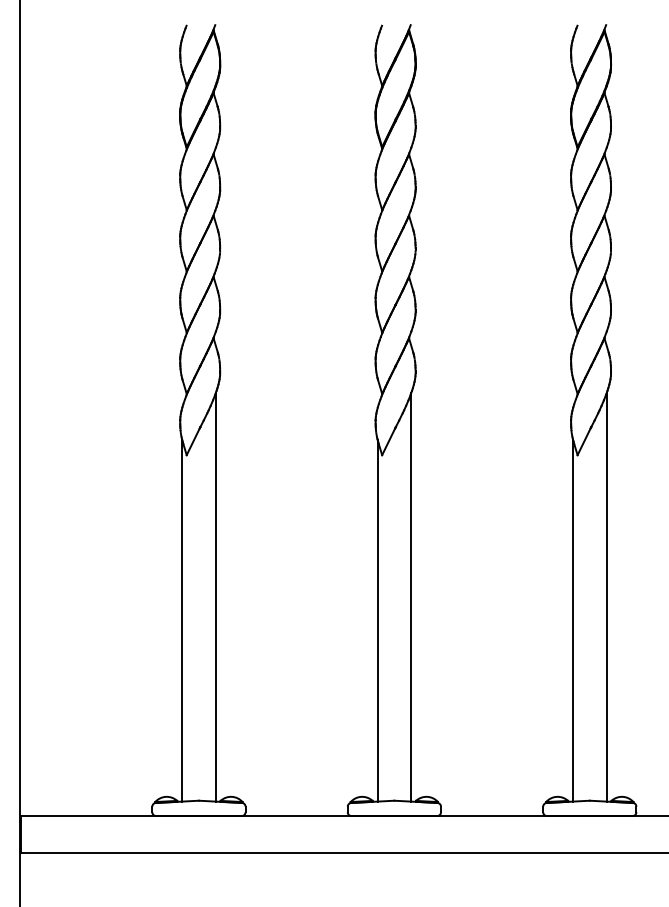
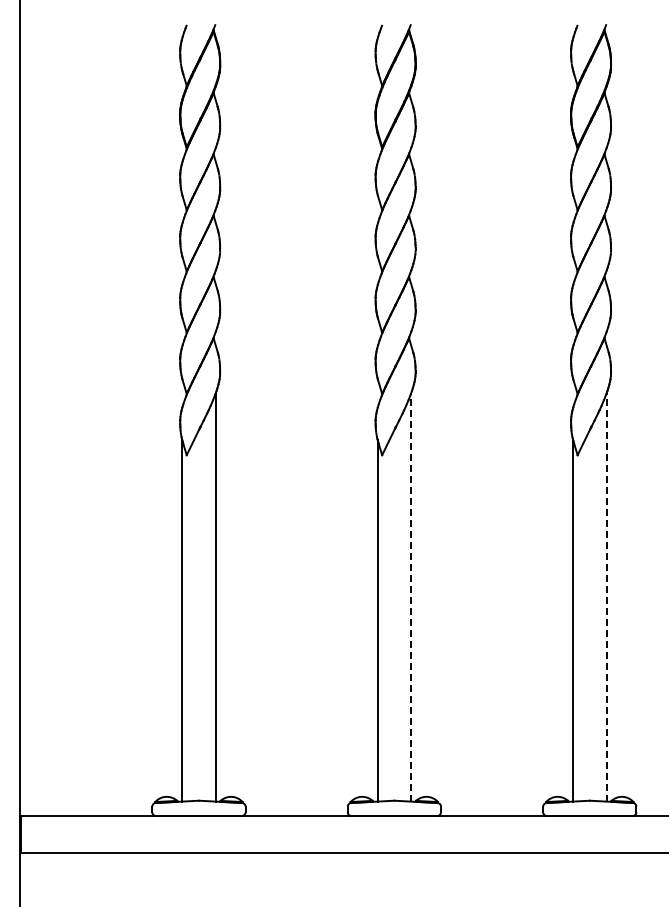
line at (411, 596): solid -> dashed
line at (606, 596): solid -> dashed
